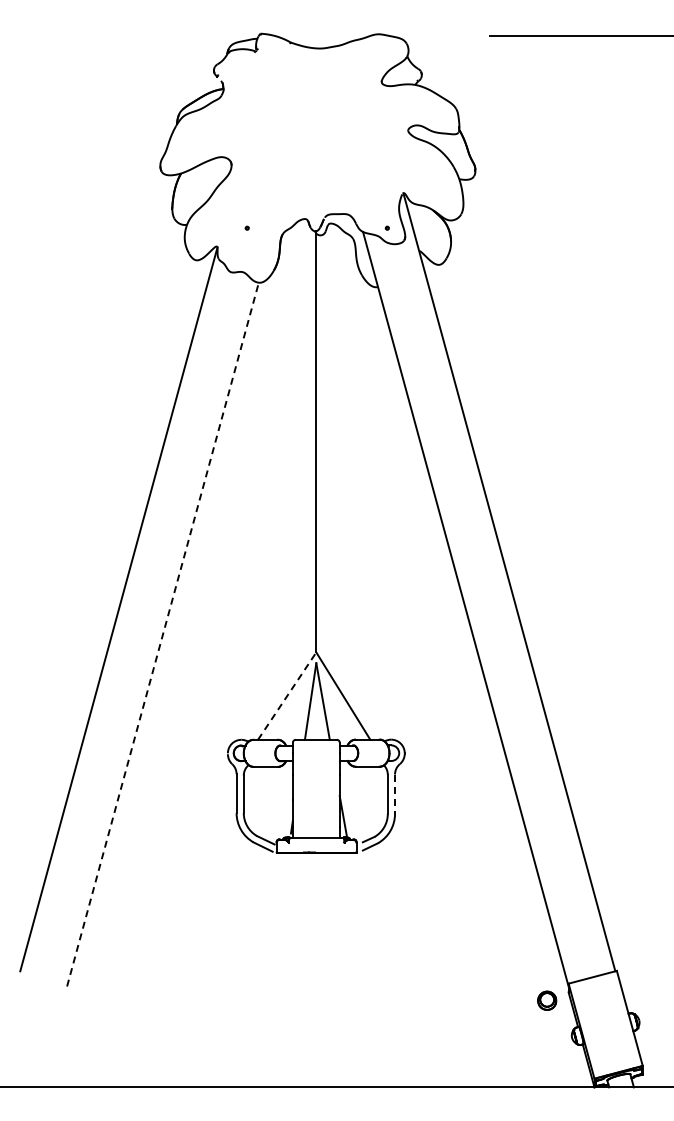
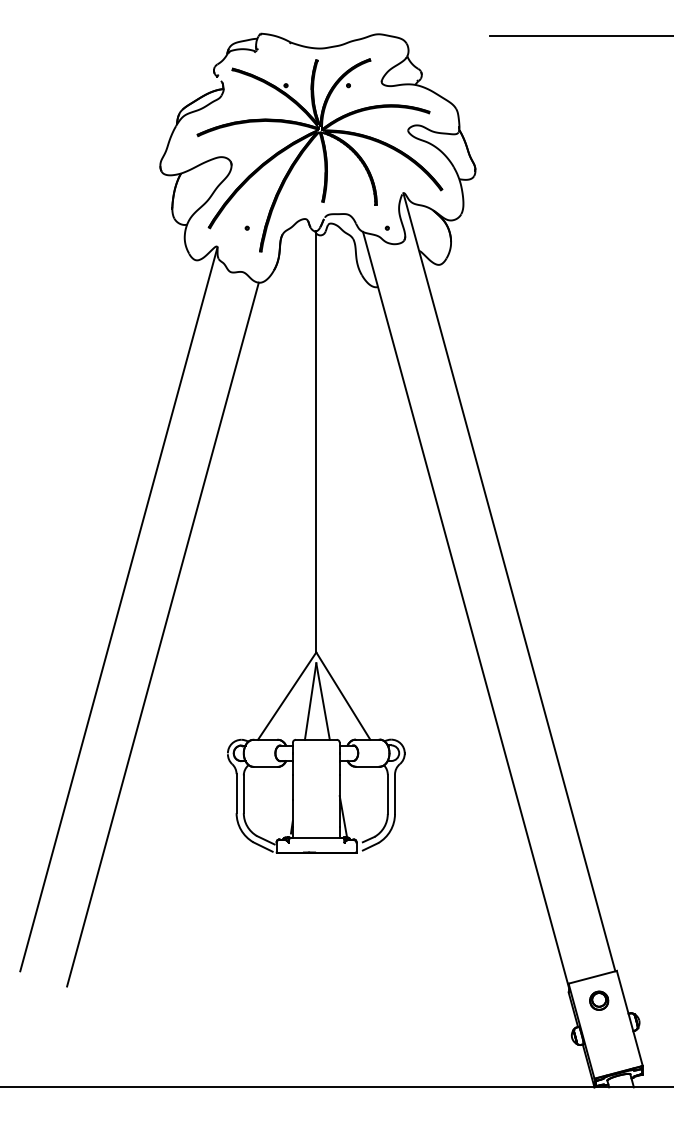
part at (319, 155): none -> present
line at (162, 634): dashed -> solid
line at (287, 696): dashed -> solid
line at (395, 794): dashed -> solid
part at (547, 1000) position: (547, 1000) -> (599, 1000)
